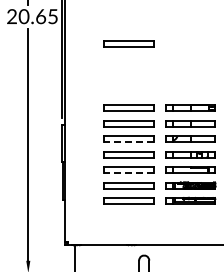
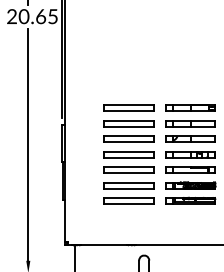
part at (128, 43): present -> none
line at (128, 142): dashed -> solid
line at (128, 173): dashed -> solid
